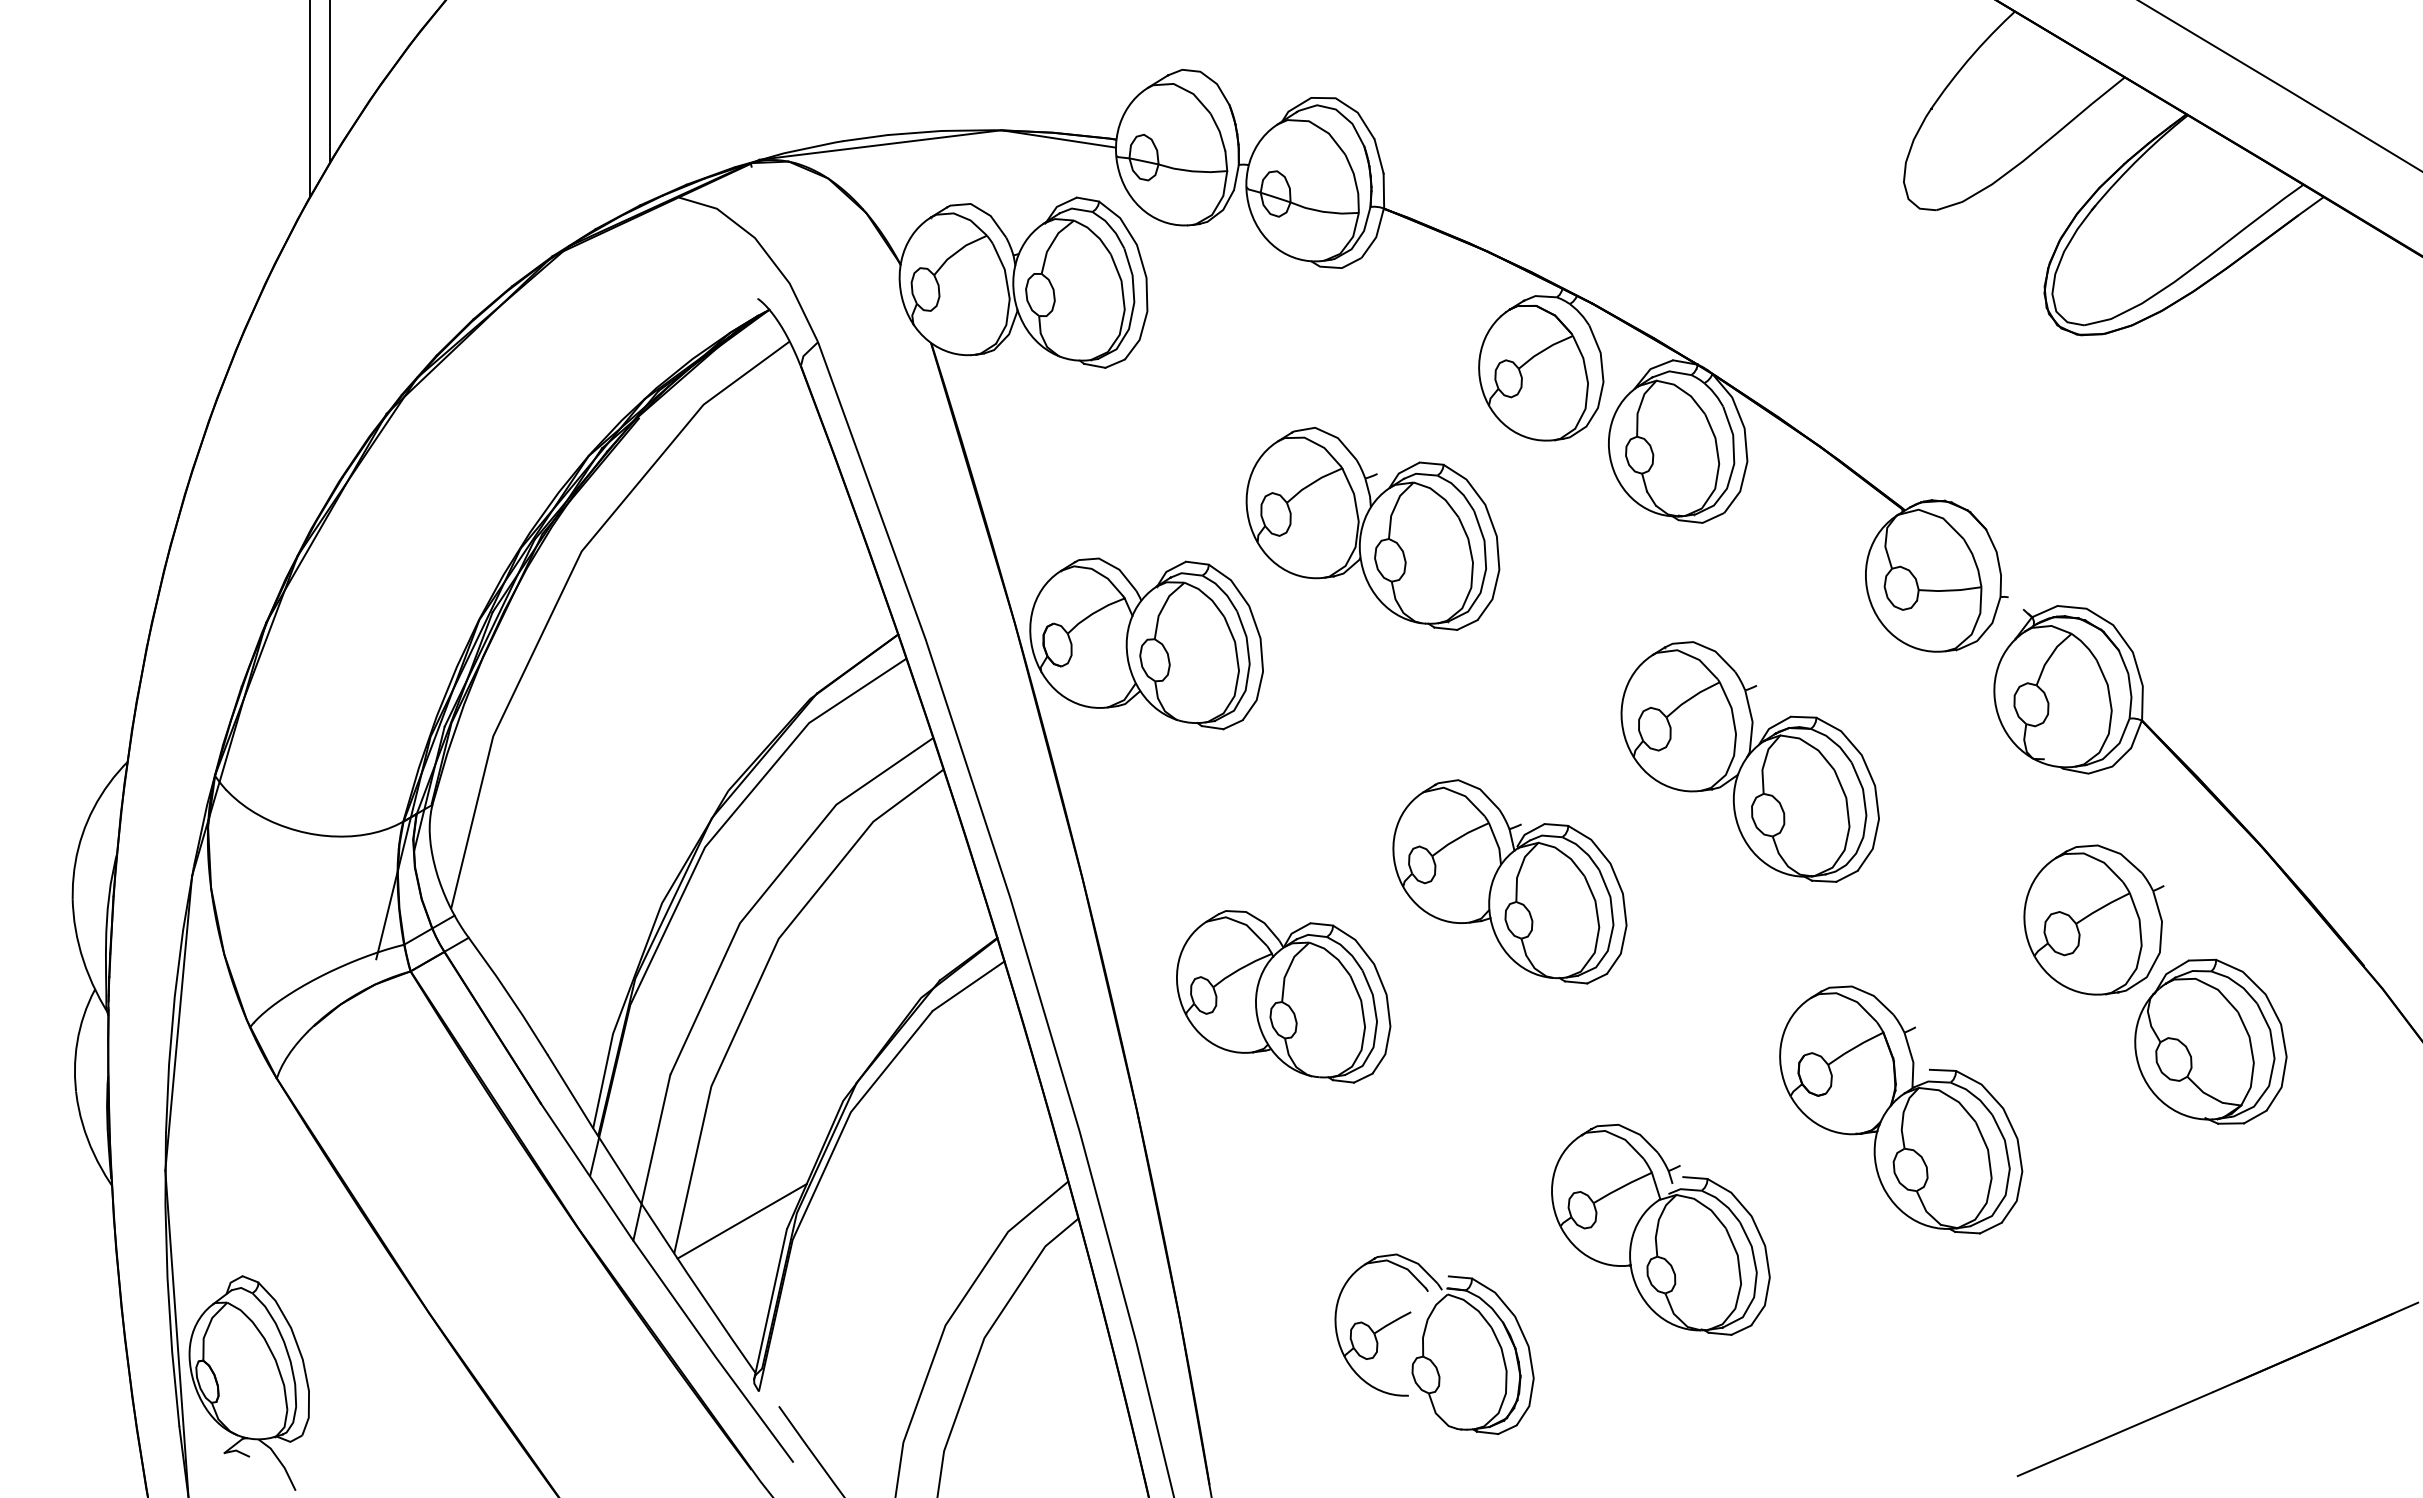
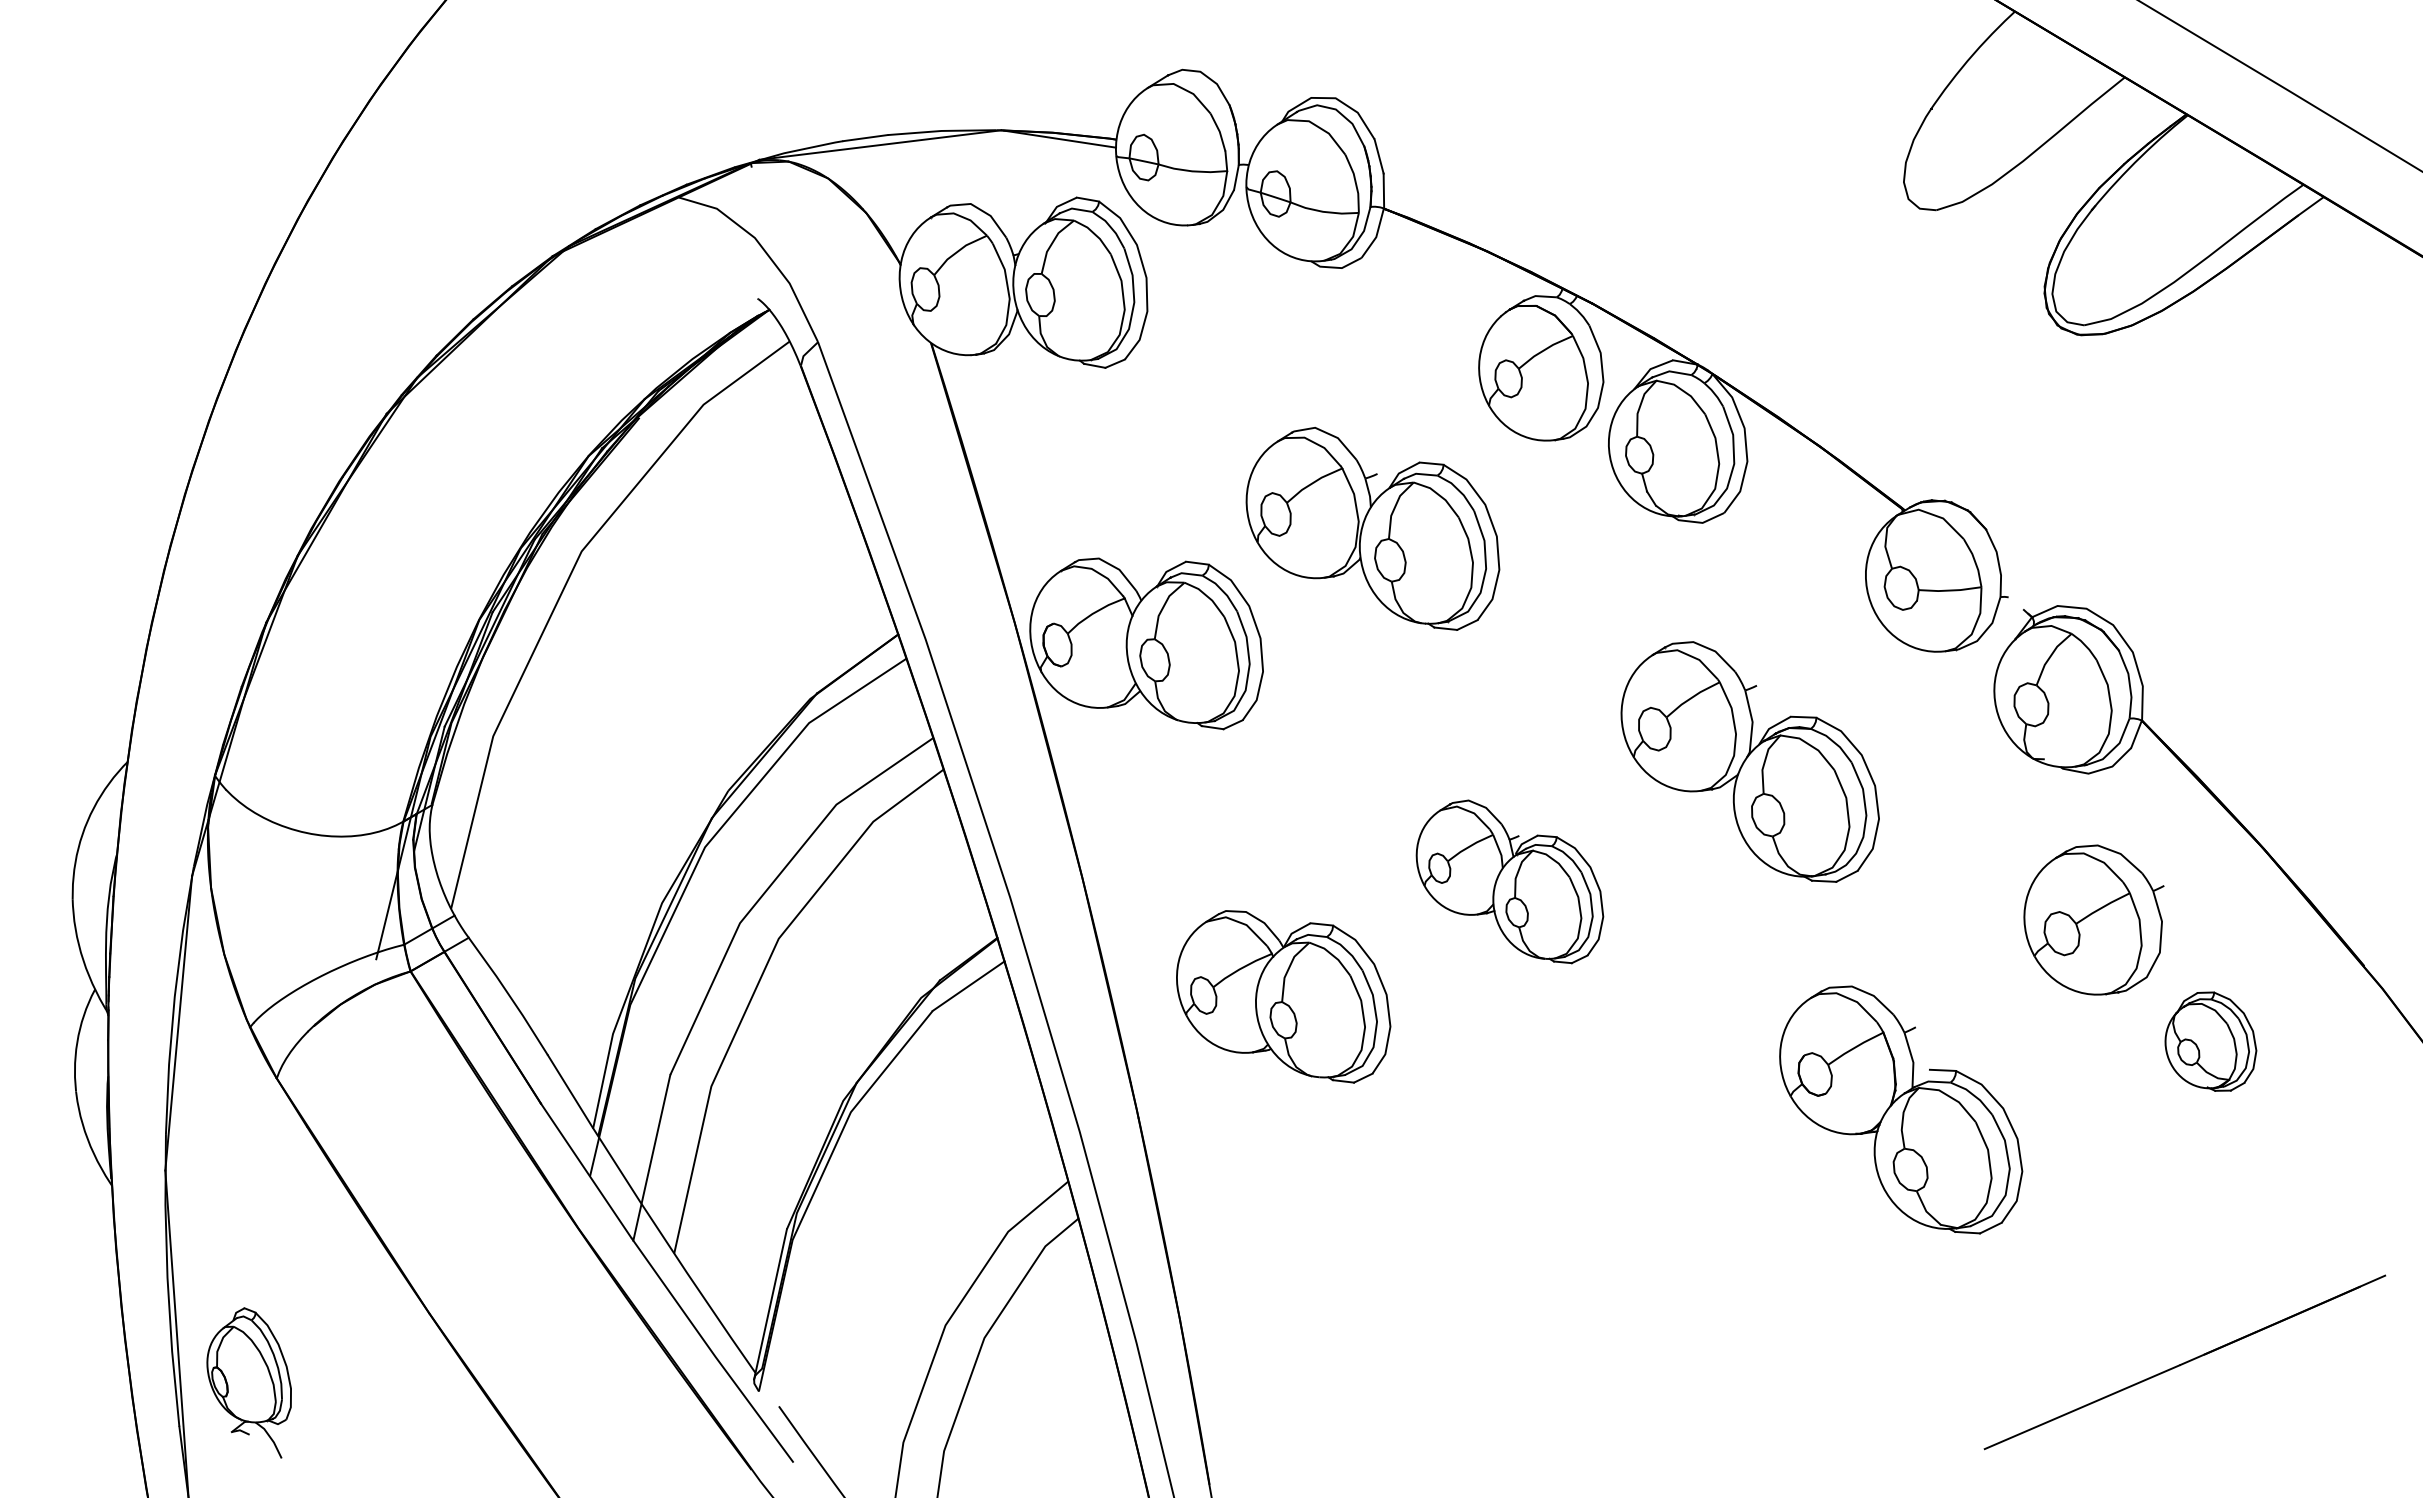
line at (330, 82): present -> none
line at (310, 99): present -> none
part at (1509, 881) size: 236x206 px -> 190x166 px
part at (2210, 1041) size: 154x167 px -> 94x101 px
line at (741, 1221): present -> none
part at (1660, 1229): present -> none
part at (1434, 1343): present -> none
part at (248, 1382) size: 122x216 px -> 86x152 px
line at (2217, 1389) position: (2217, 1389) -> (2184, 1362)
